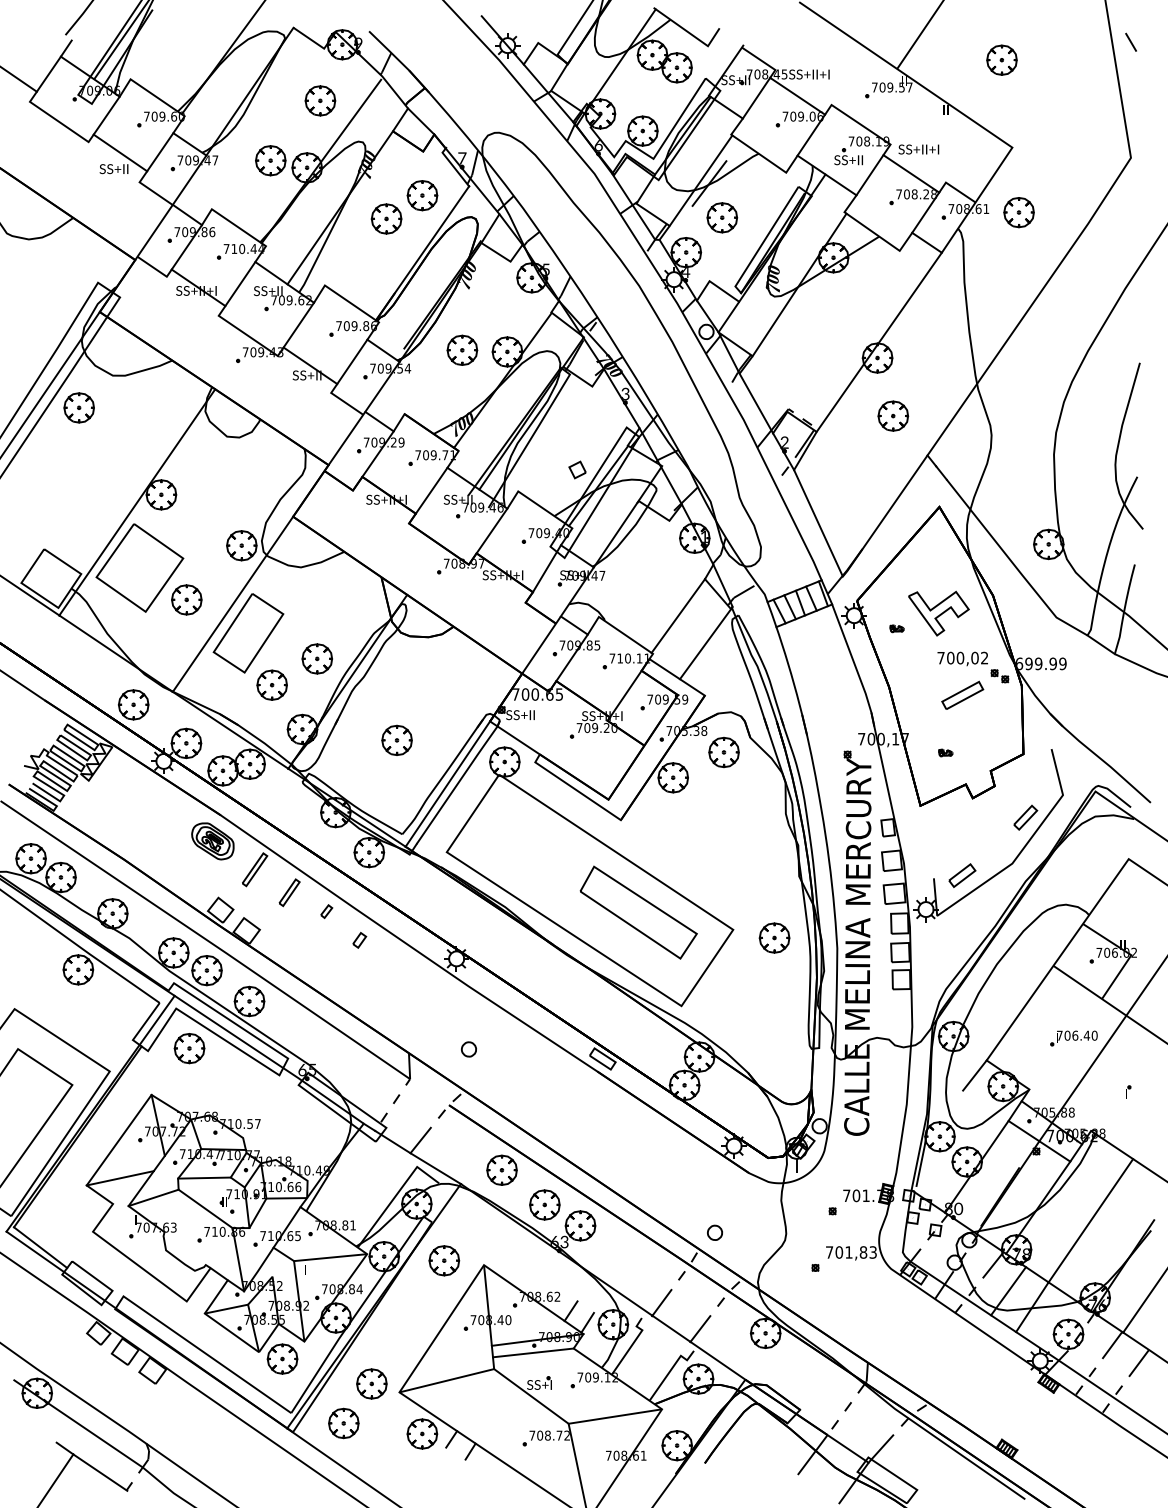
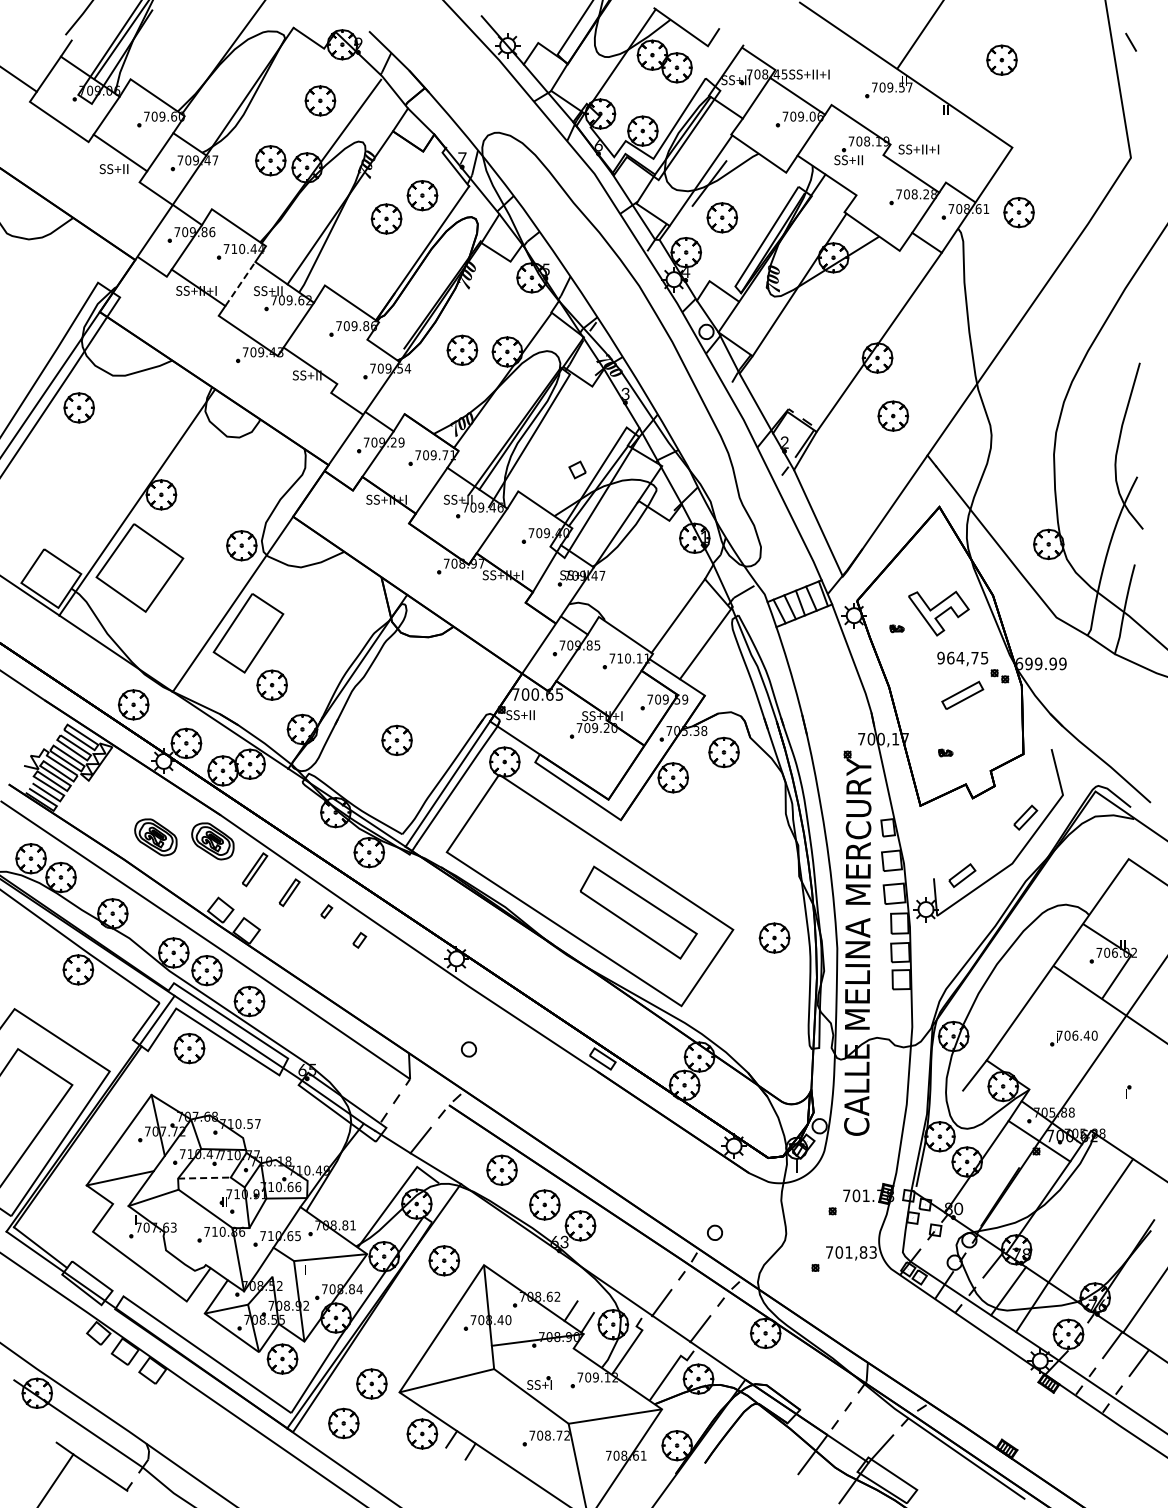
line at (869, 175): present -> none
line at (240, 284): solid -> dashed
line at (352, 361): present -> none
part at (186, 599): present -> none
text at (962, 657): 700,02 -> 964,75
part at (316, 658): present -> none
part at (155, 837): none -> present
line at (204, 1178): solid -> dashed
line at (533, 1352): present -> none
